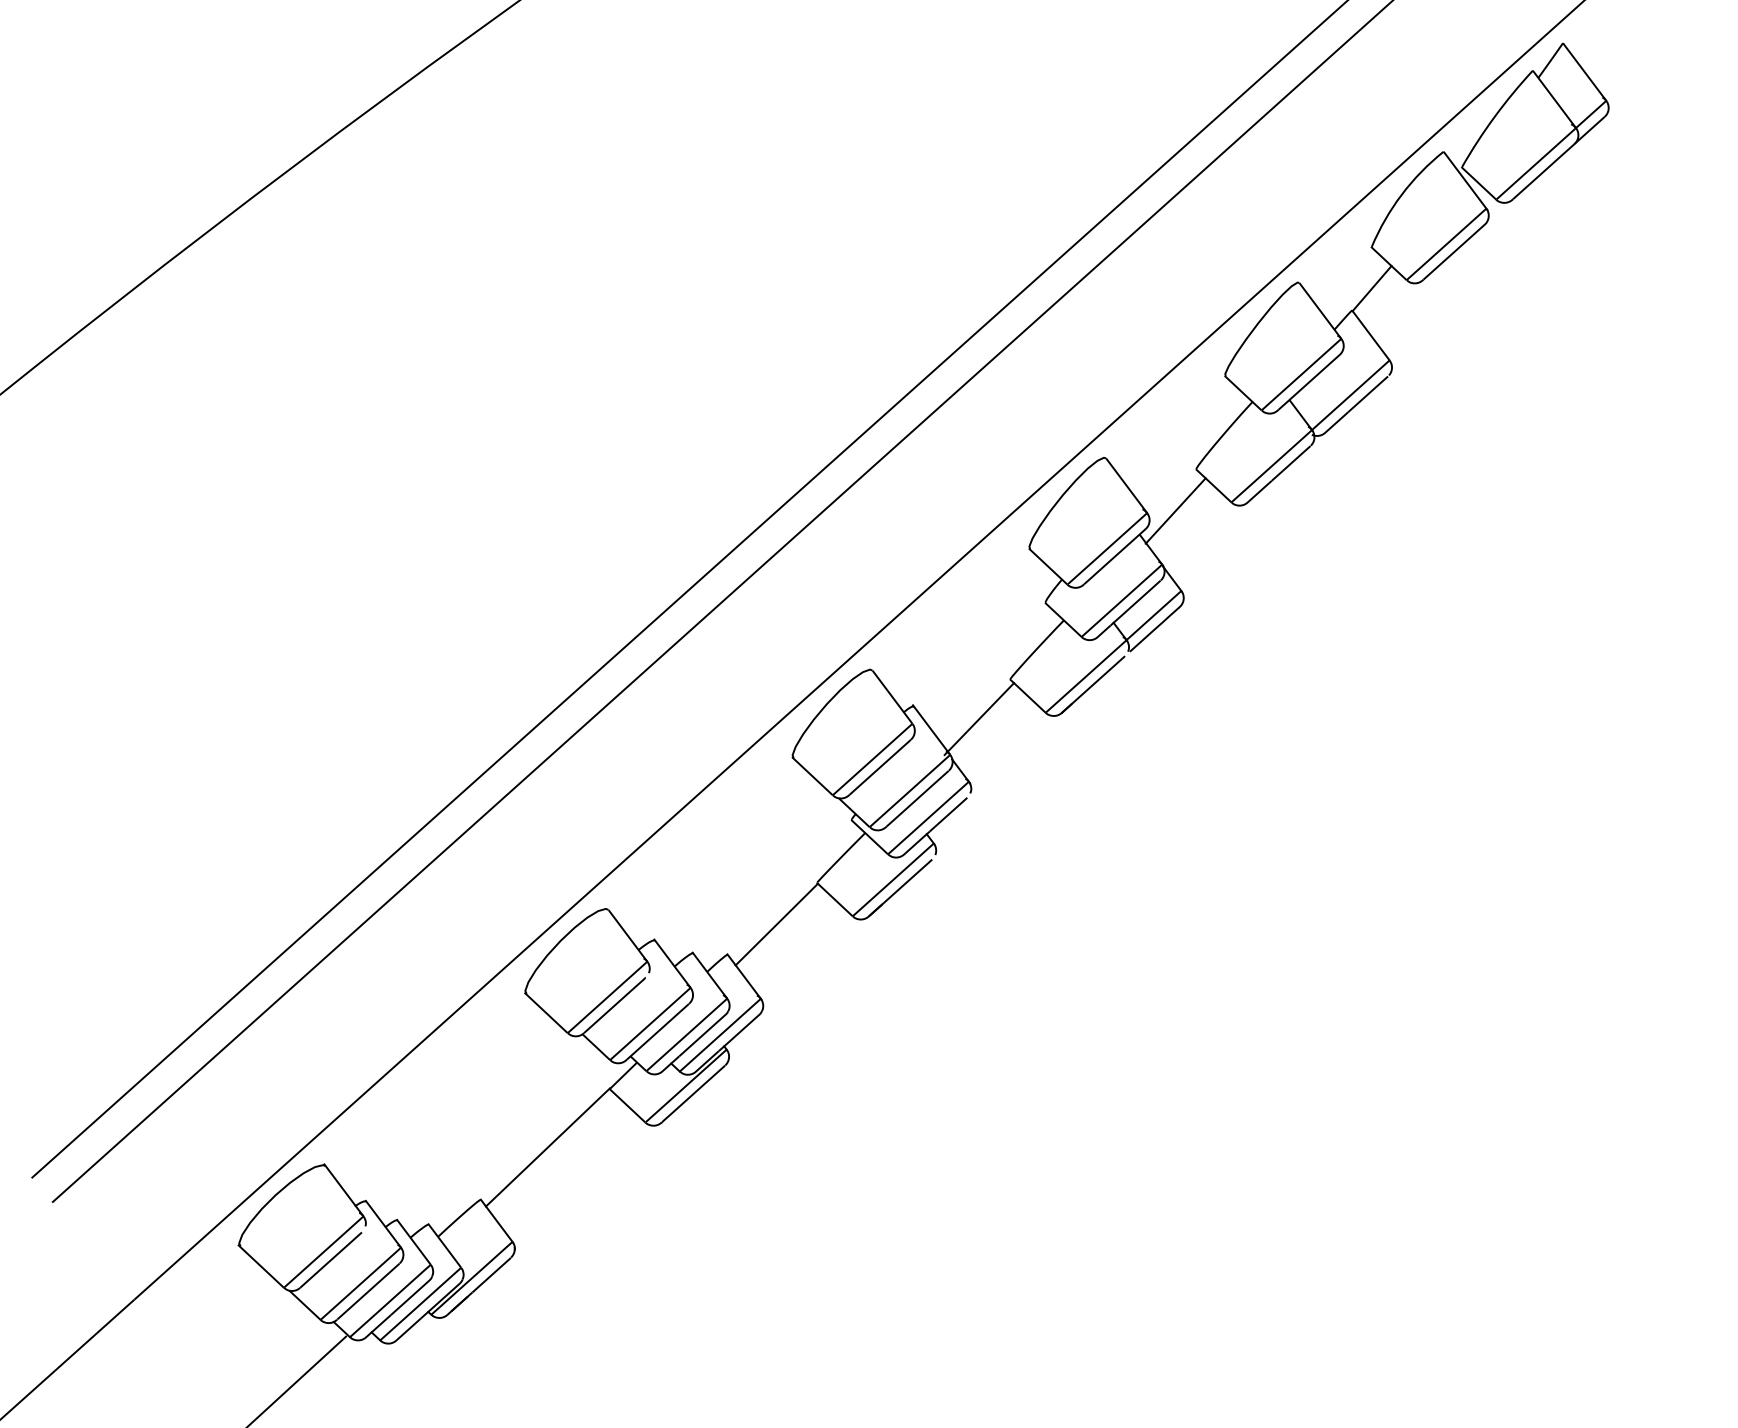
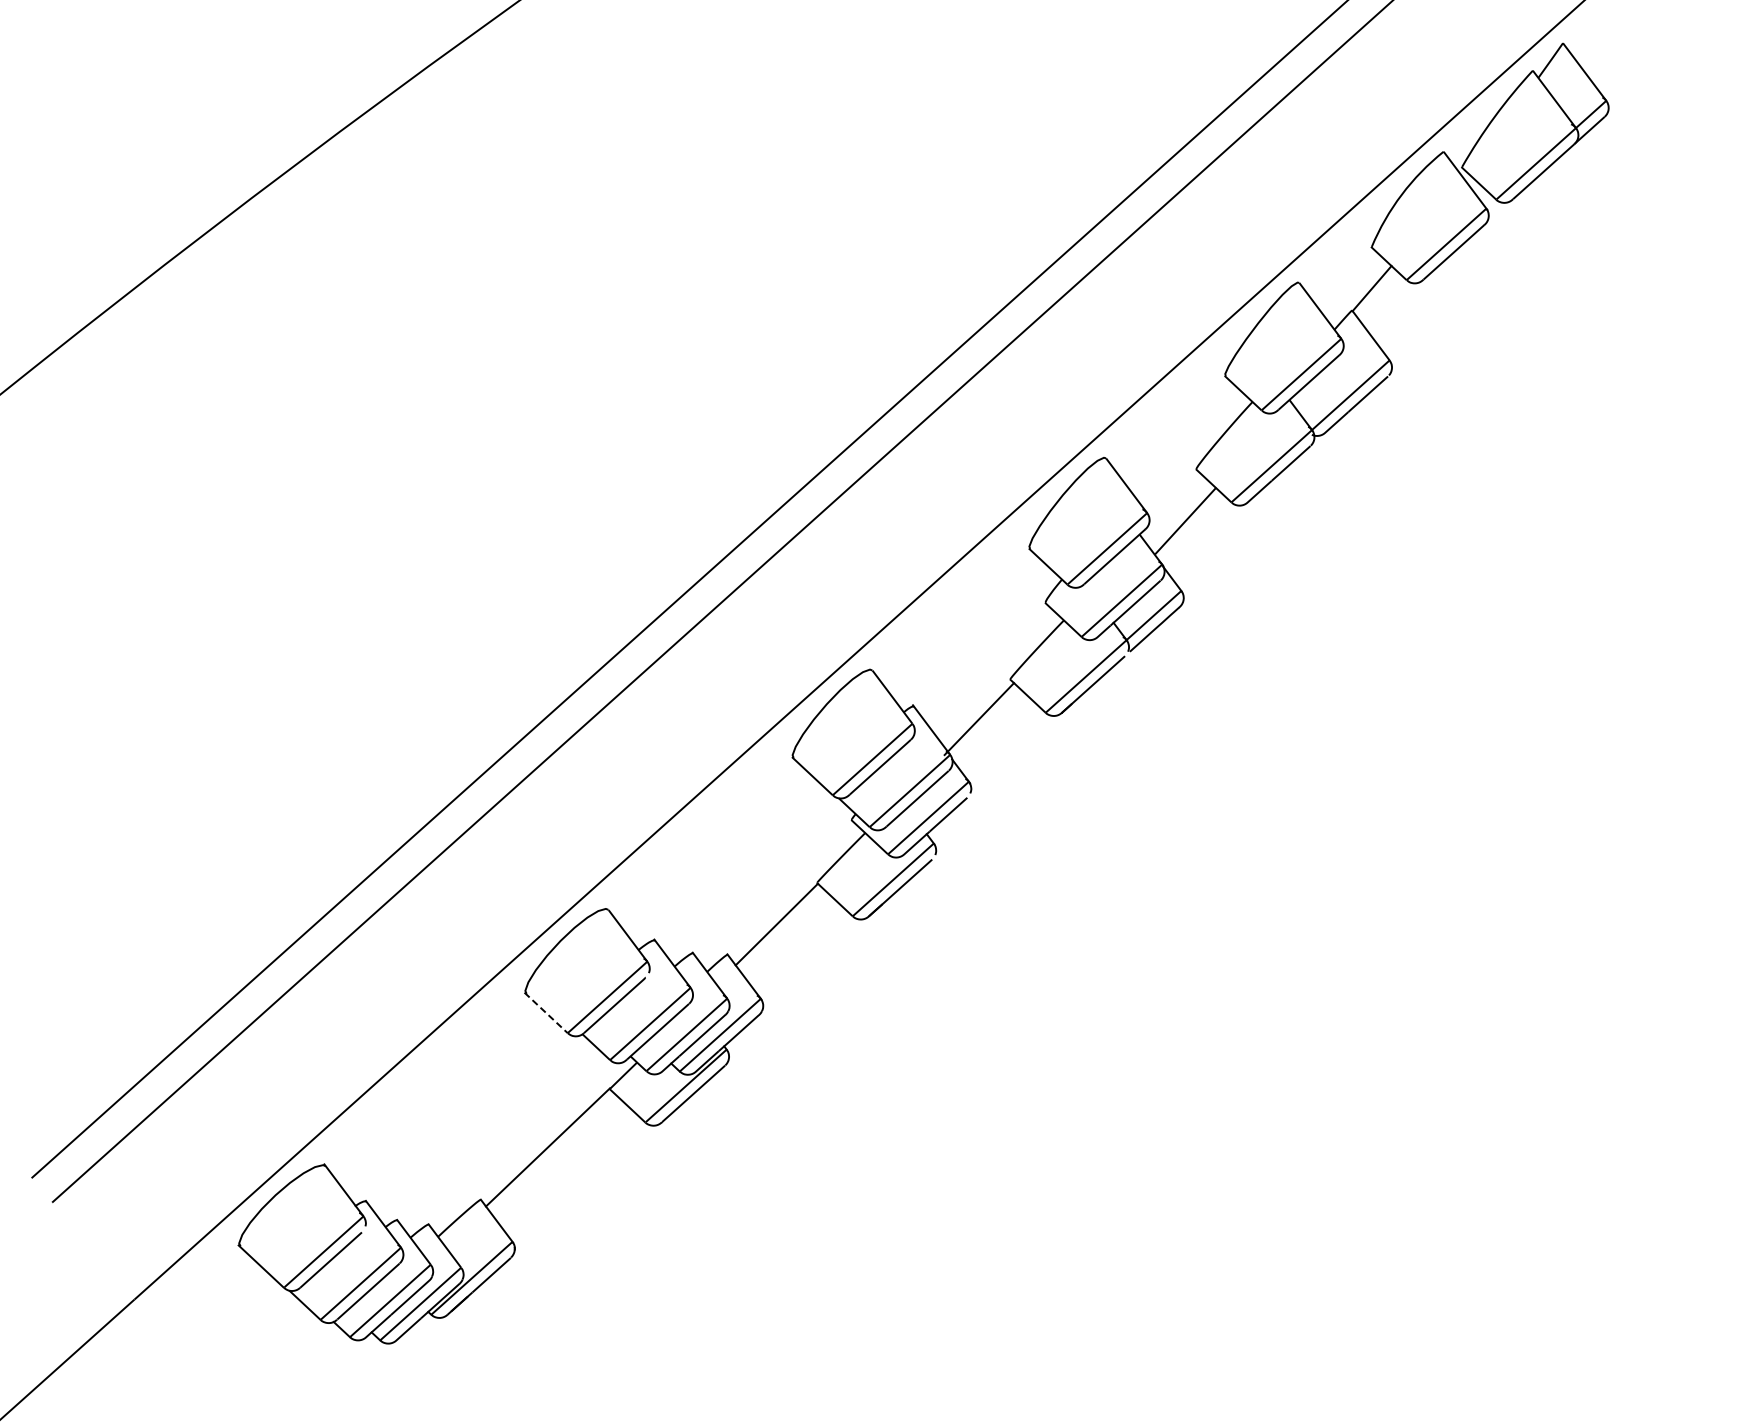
line at (1175, 510) position: (1175, 510) -> (1185, 520)
line at (546, 1013): solid -> dashed
line at (297, 1380): present -> none
